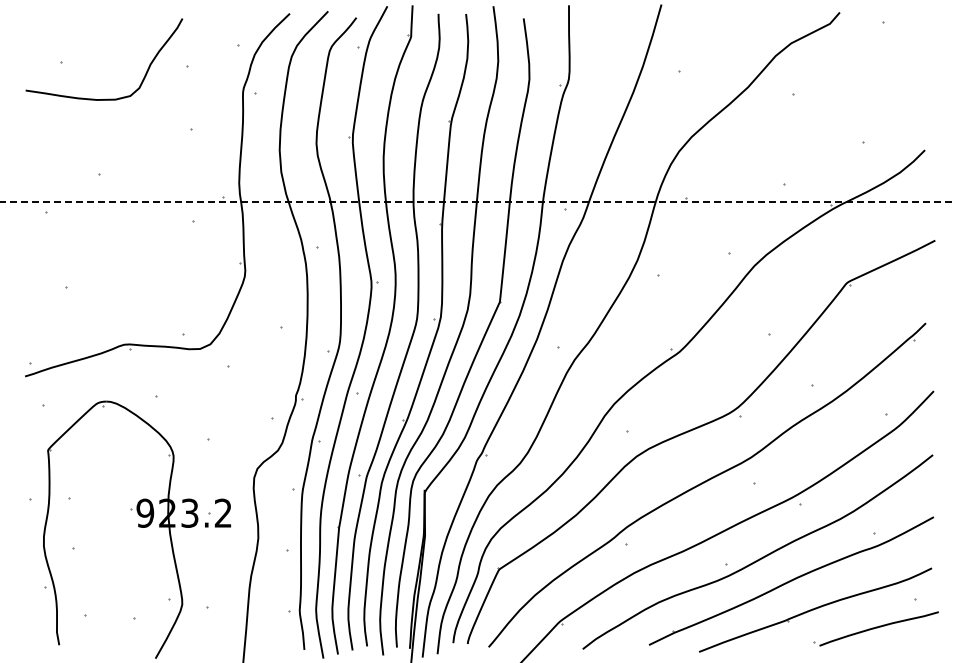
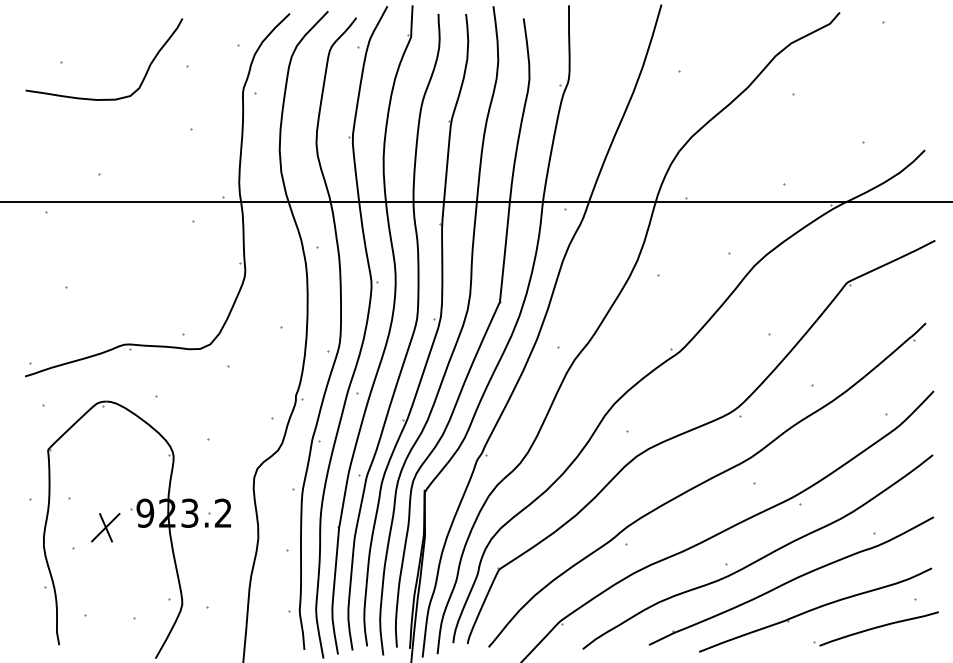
line at (476, 201): dashed -> solid
part at (105, 527): none -> present
